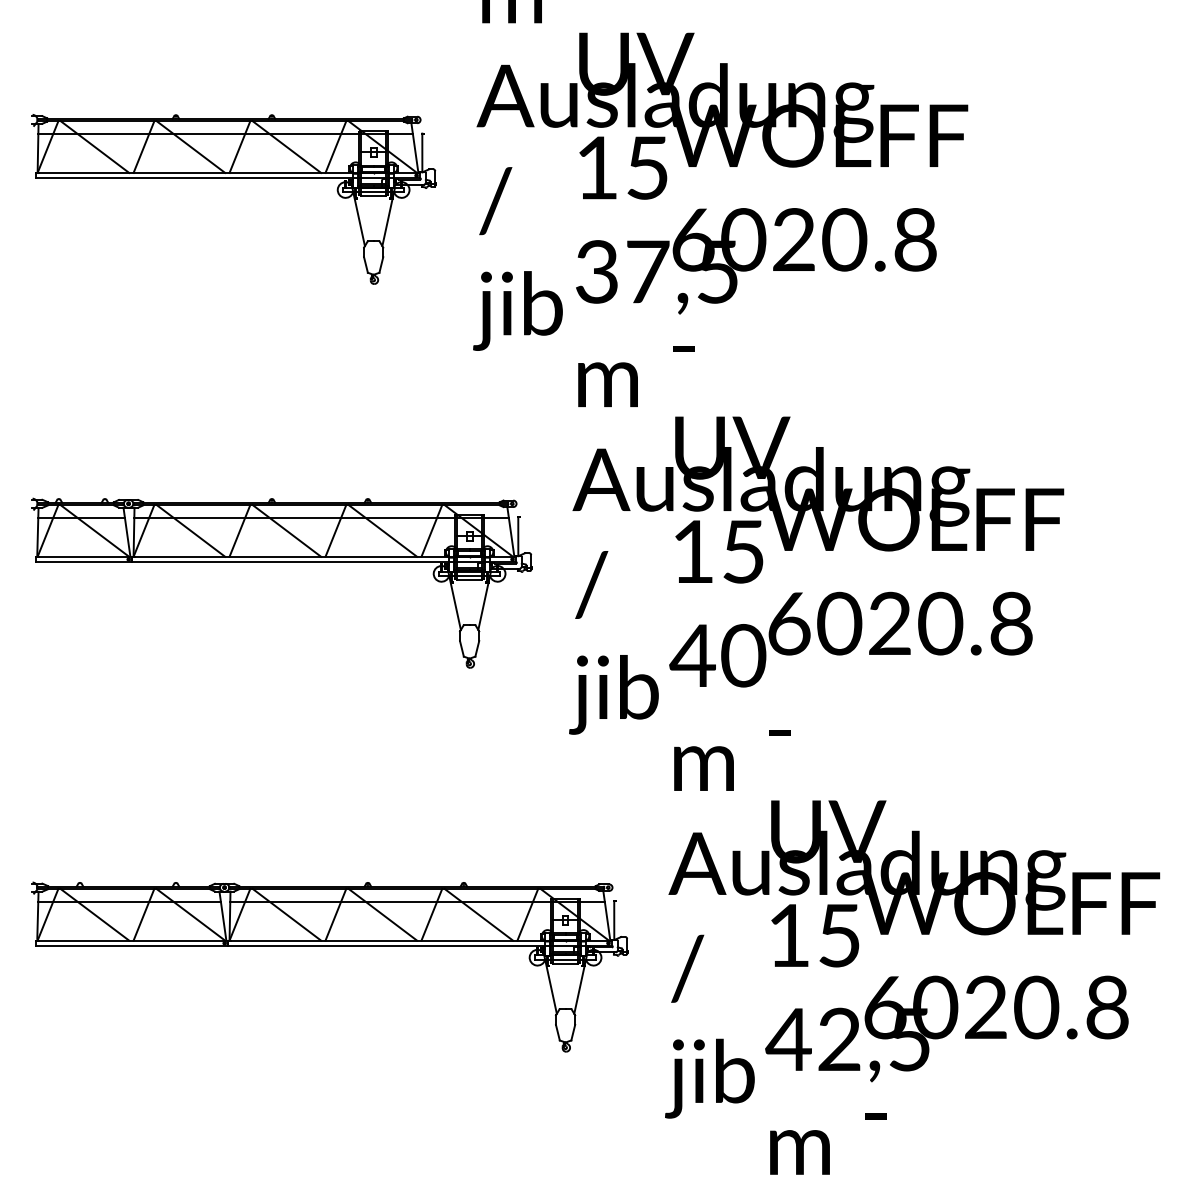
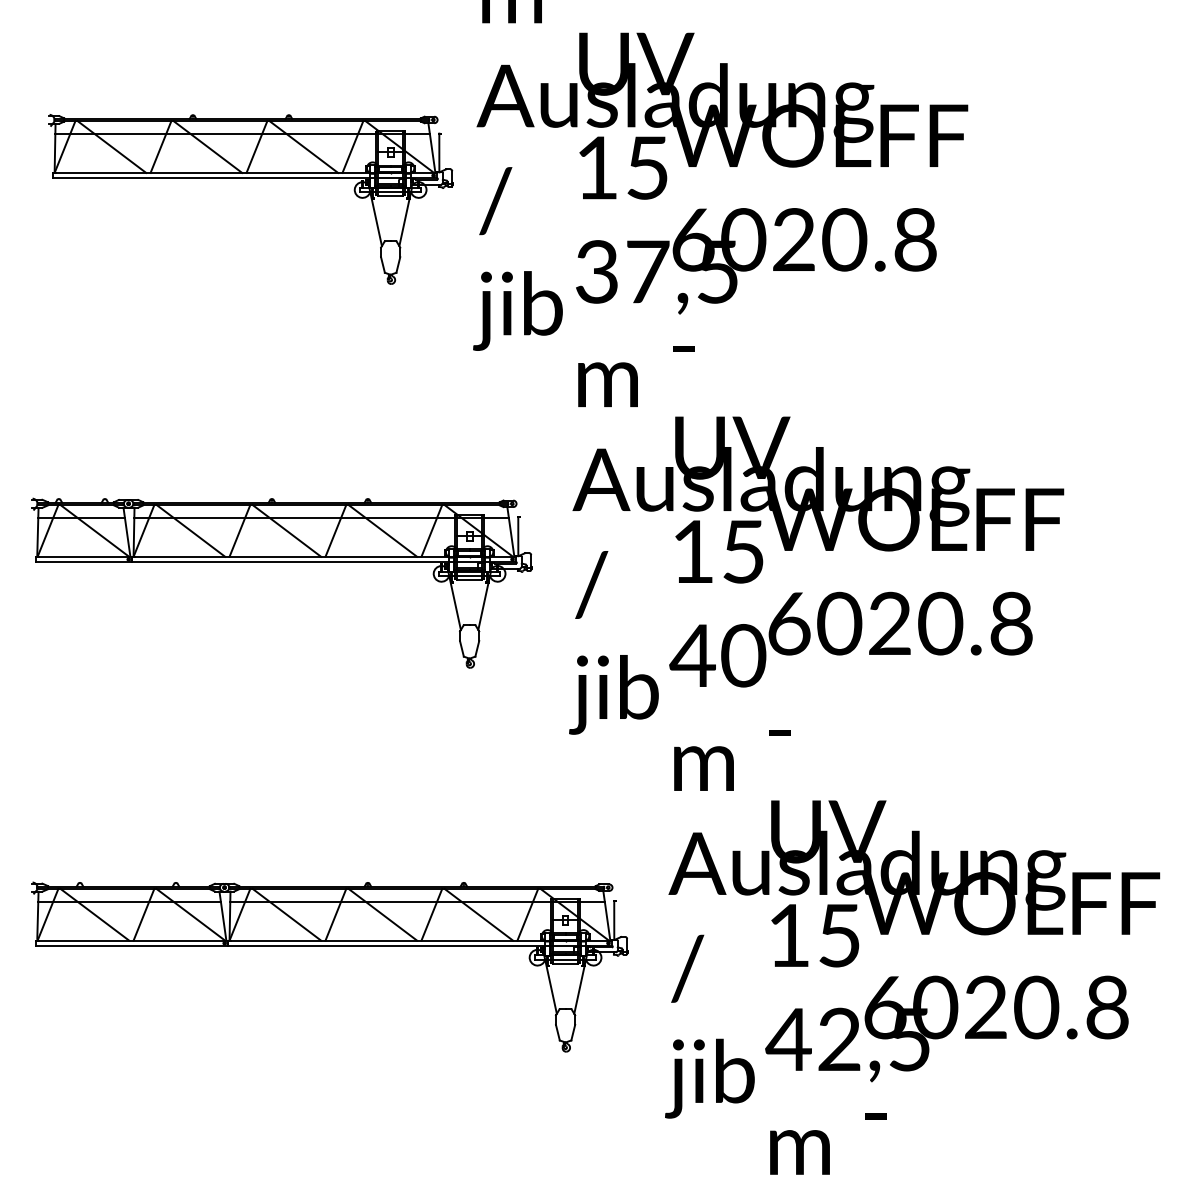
part at (233, 178) position: (233, 178) -> (250, 178)
